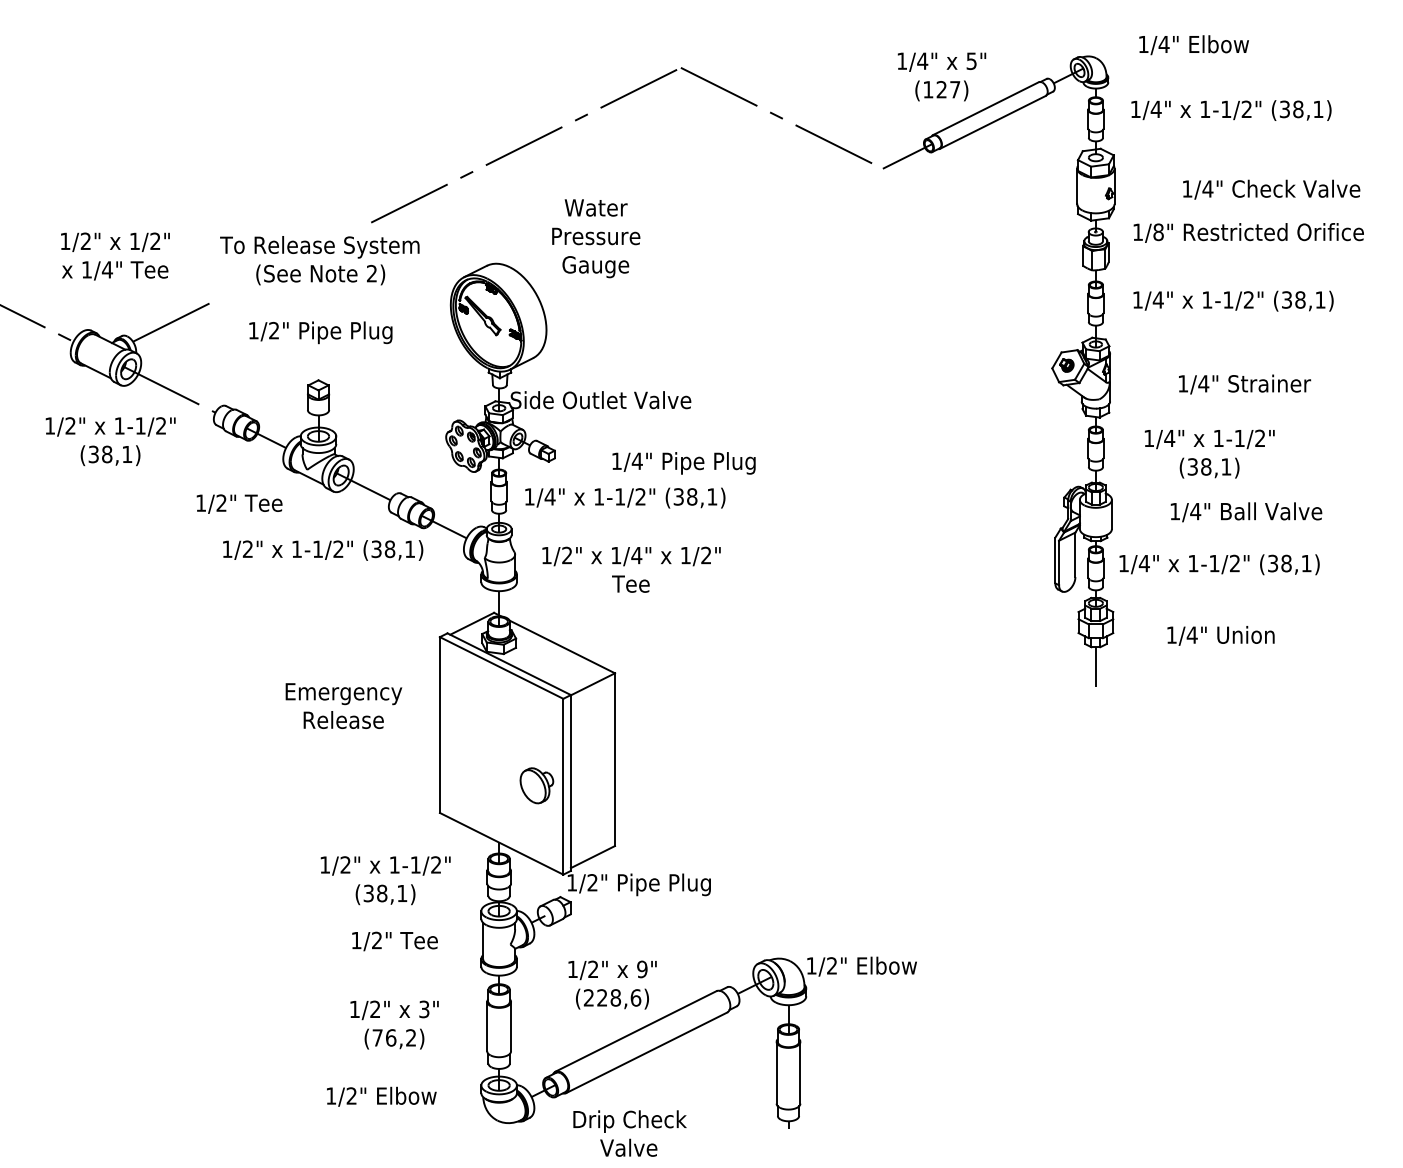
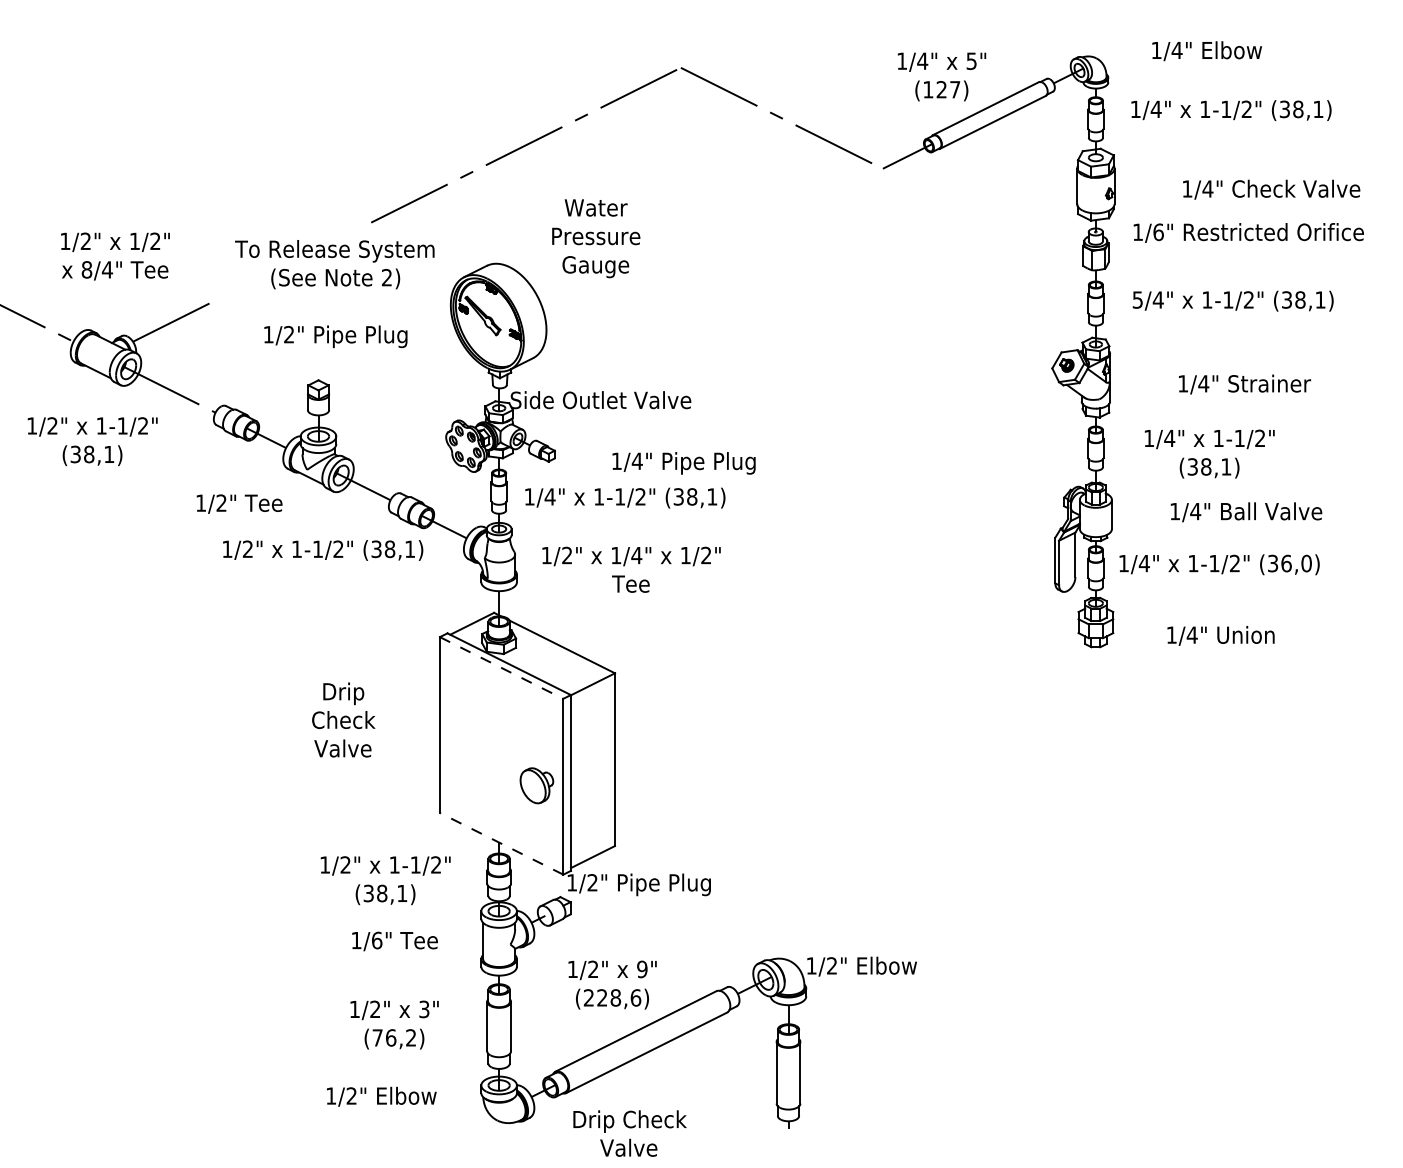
text at (1193, 45) position: (1193, 45) -> (1206, 51)
text at (1158, 231): 1/8" -> 1/6"
text at (86, 269): 1/4" -> 8/4"
text at (319, 290) position: (319, 290) -> (334, 294)
text at (1137, 299): 1/4" -> 5/4"
text at (110, 441) position: (110, 441) -> (92, 441)
text at (1296, 563): (38,1) -> (36,0)
line at (1095, 666): present -> none
line at (501, 667): solid -> dashed
text at (343, 719): Emergency Release -> Drip Check Valve
line at (501, 843): solid -> dashed
text at (377, 940): 1/2" -> 1/6"
